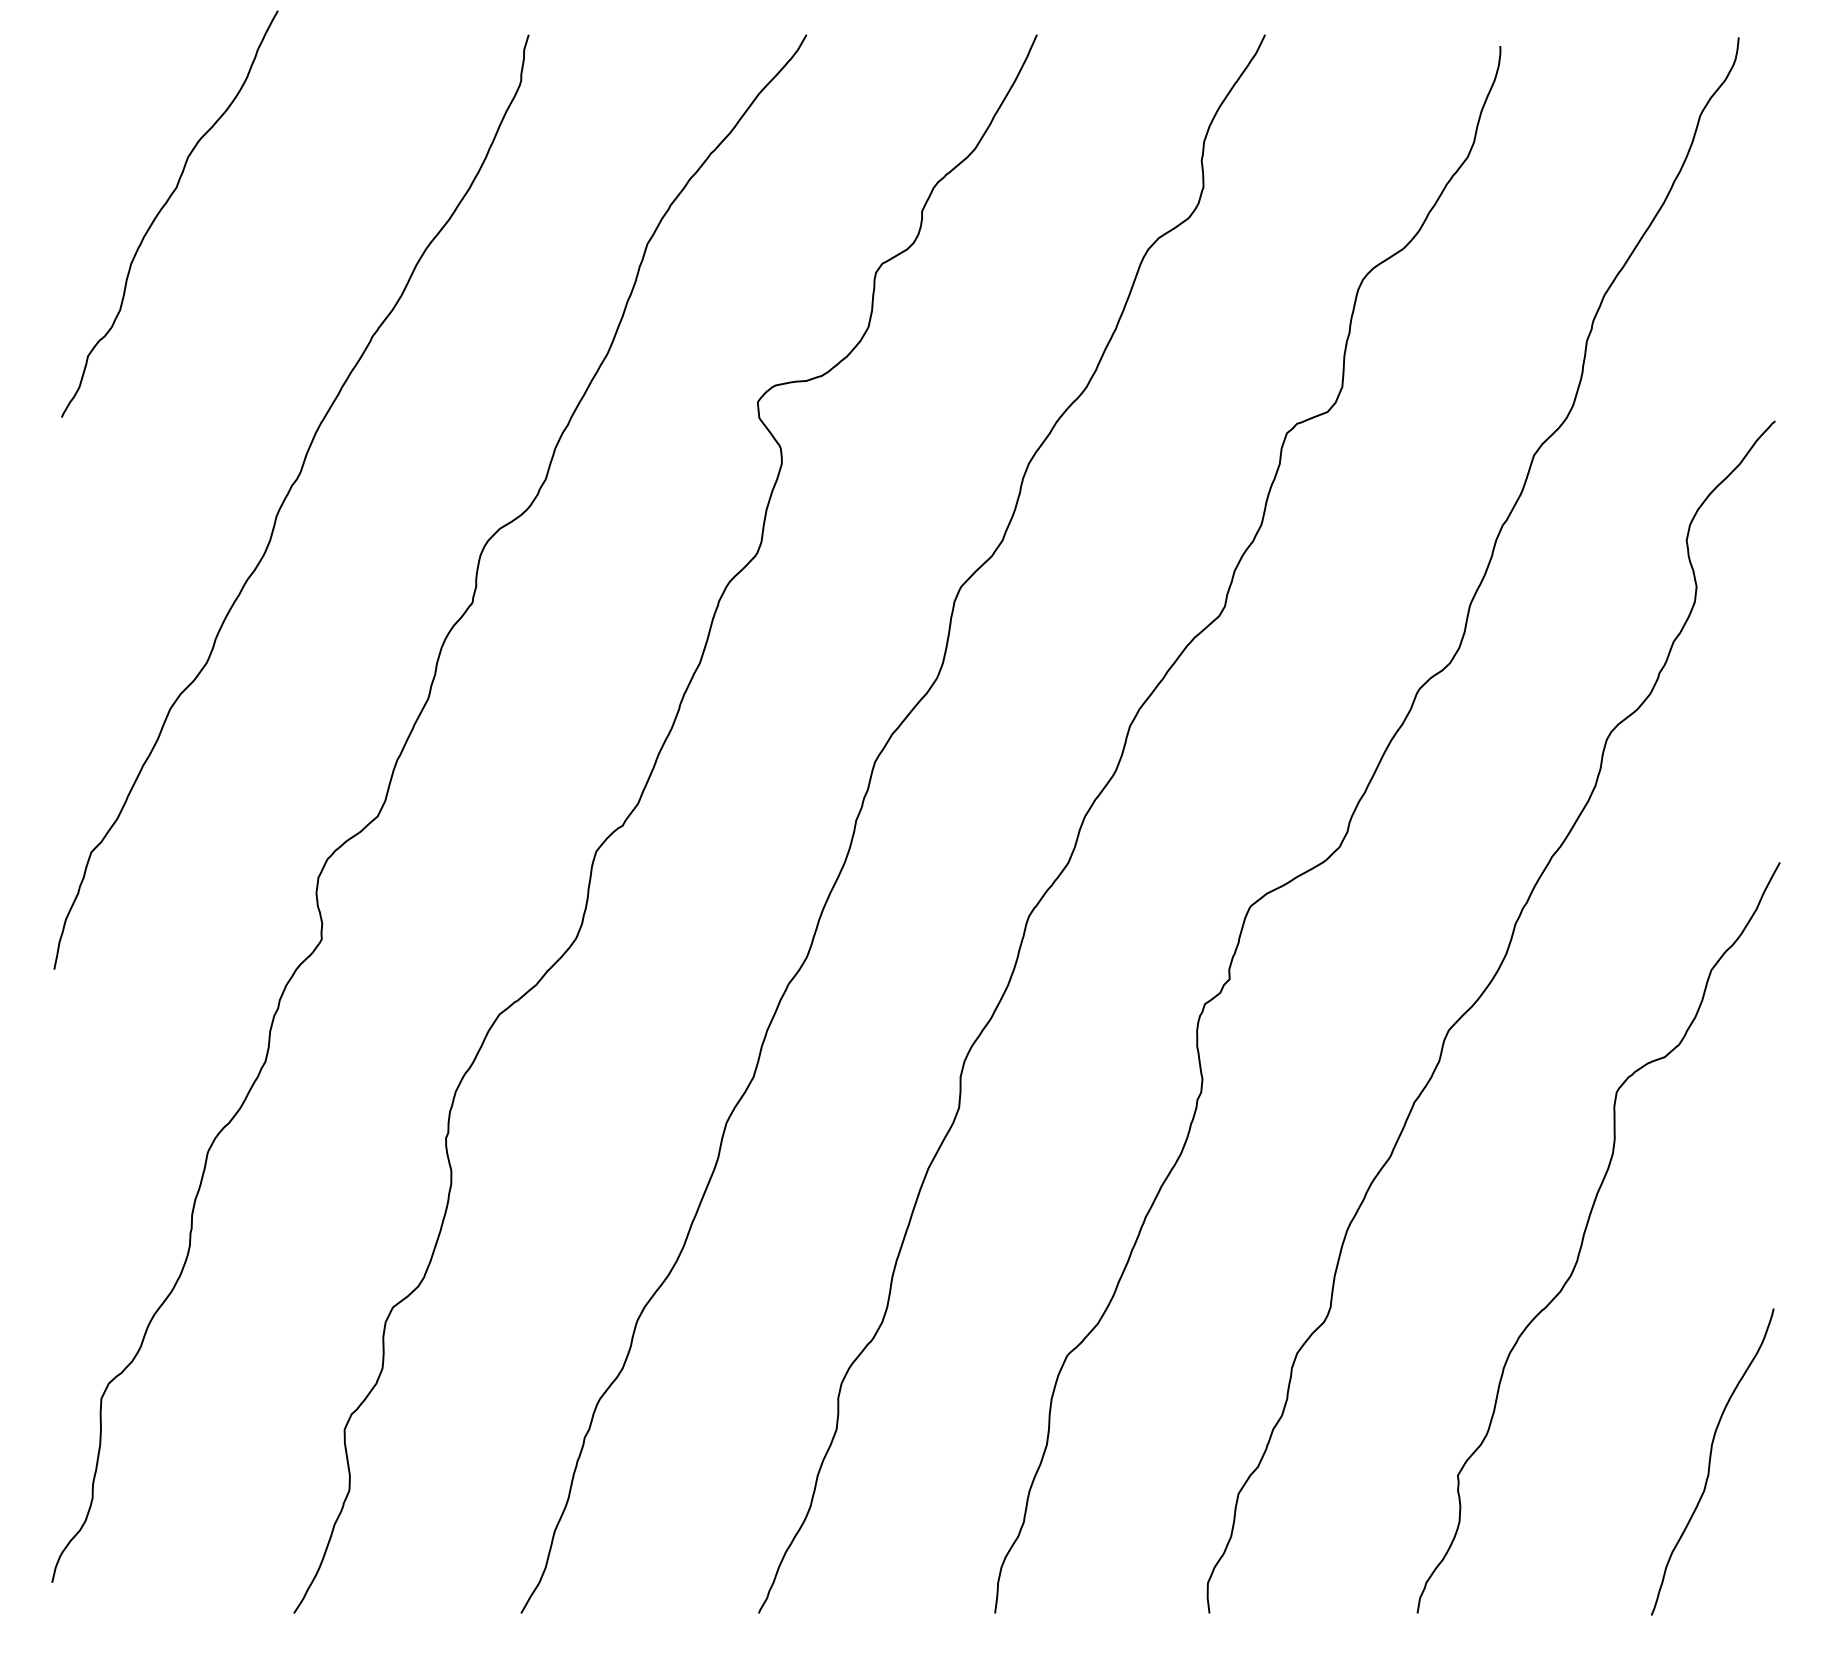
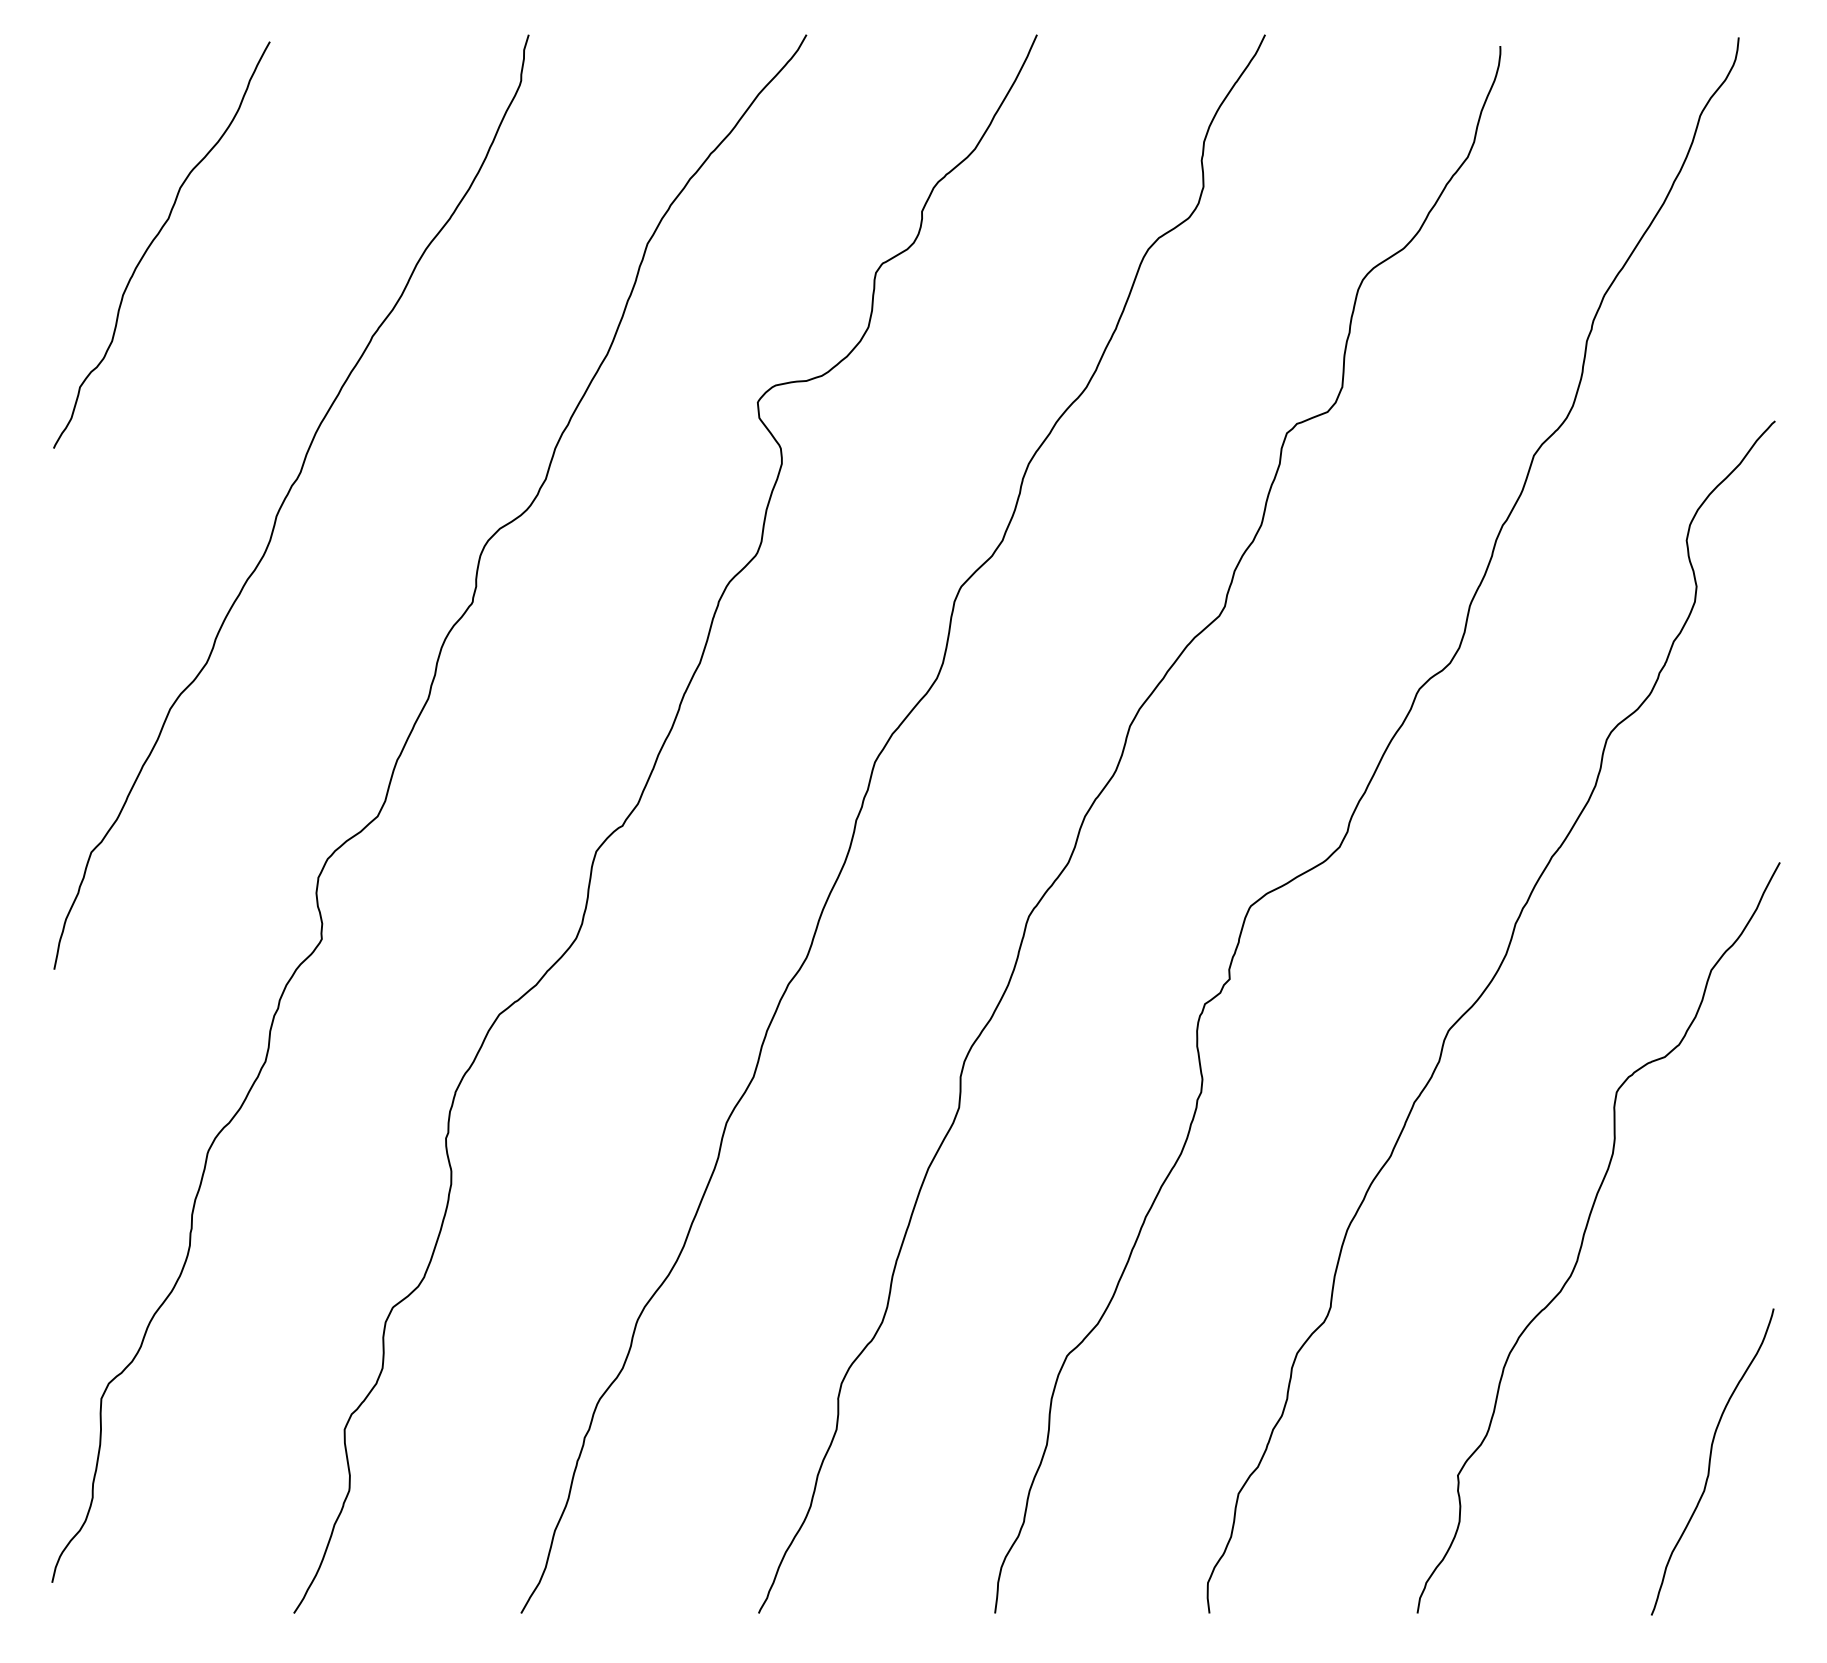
curve at (163, 208) position: (163, 208) -> (155, 239)
